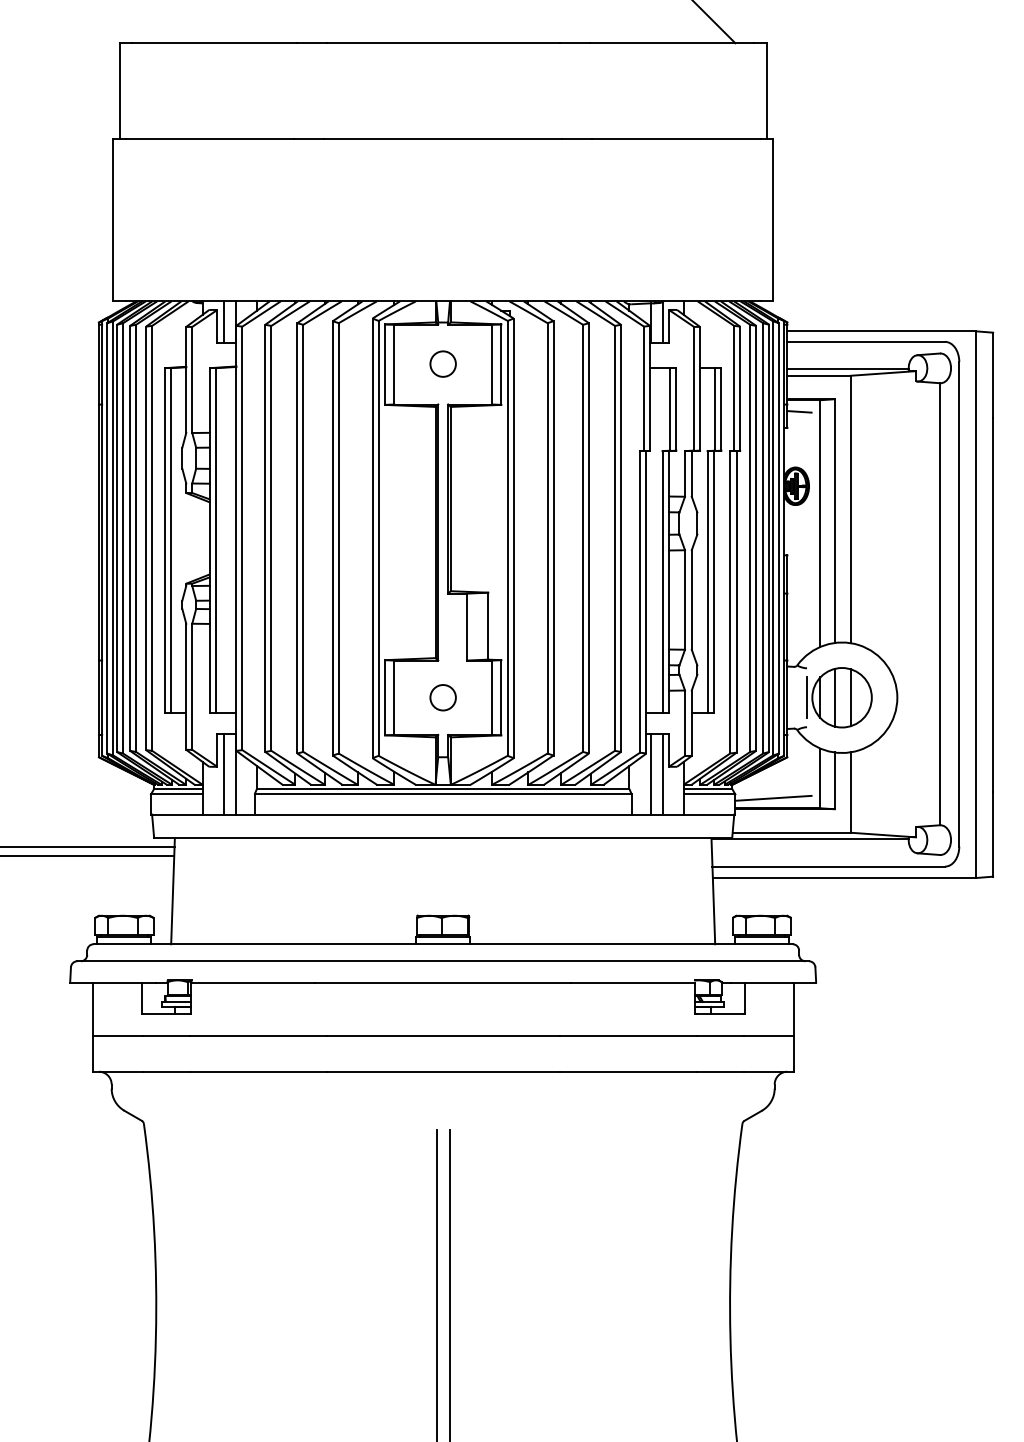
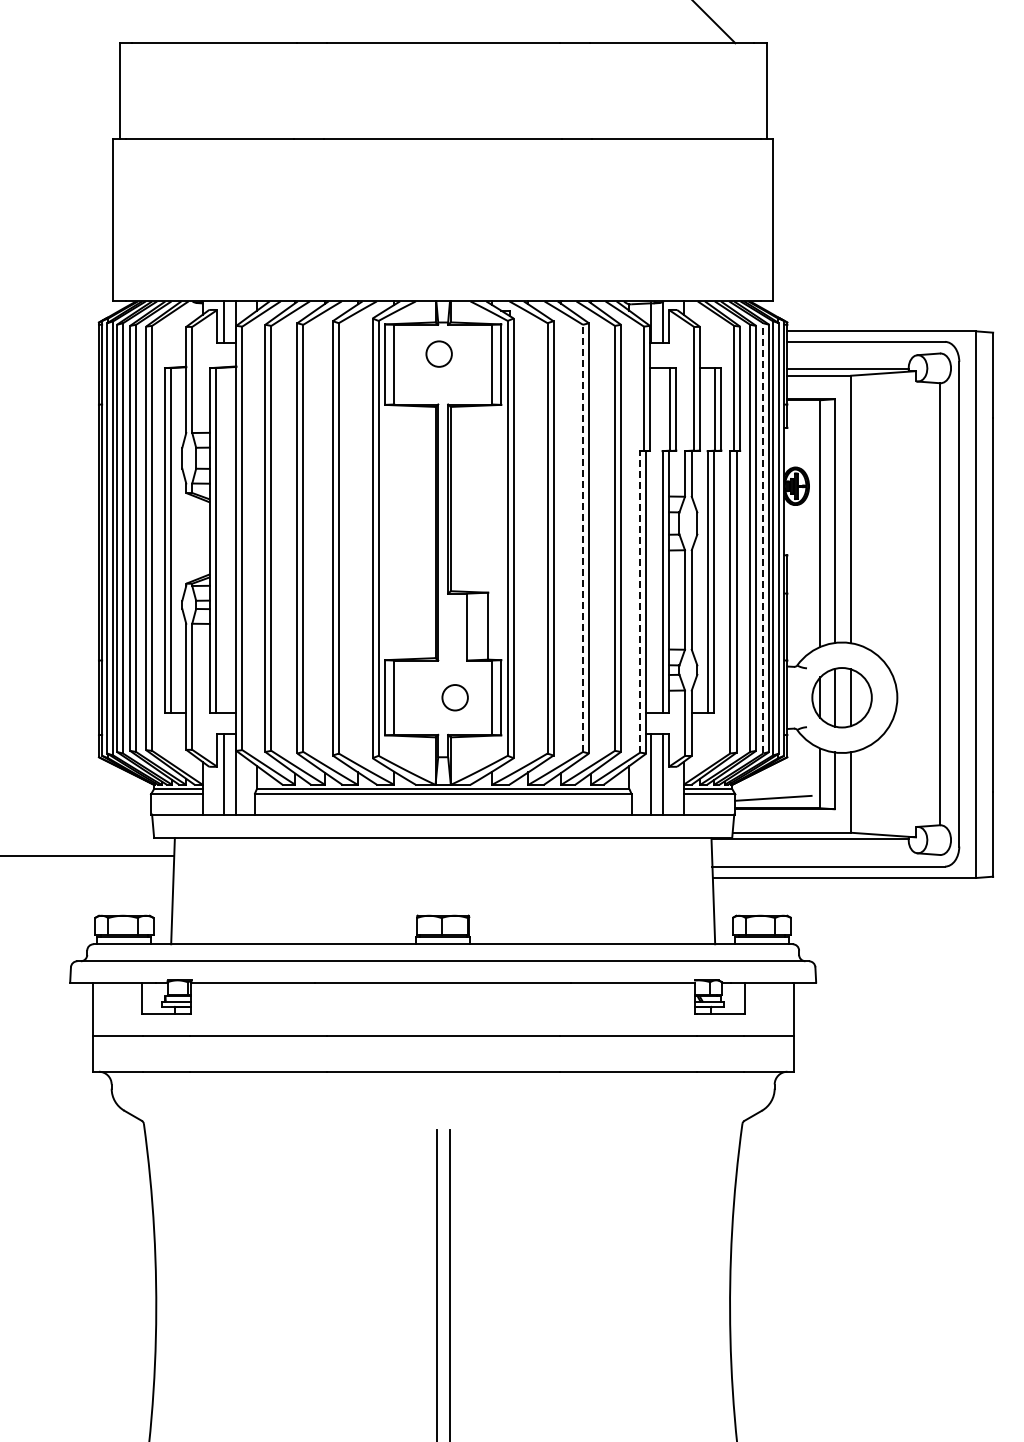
circle at (442, 363) position: (442, 363) -> (438, 353)
line at (799, 411): present -> none
line at (763, 537): solid -> dashed
line at (583, 538): solid -> dashed
line at (640, 601): solid -> dashed
circle at (442, 697) position: (442, 697) -> (454, 697)
line at (807, 697): present -> none
line at (88, 847): present -> none
